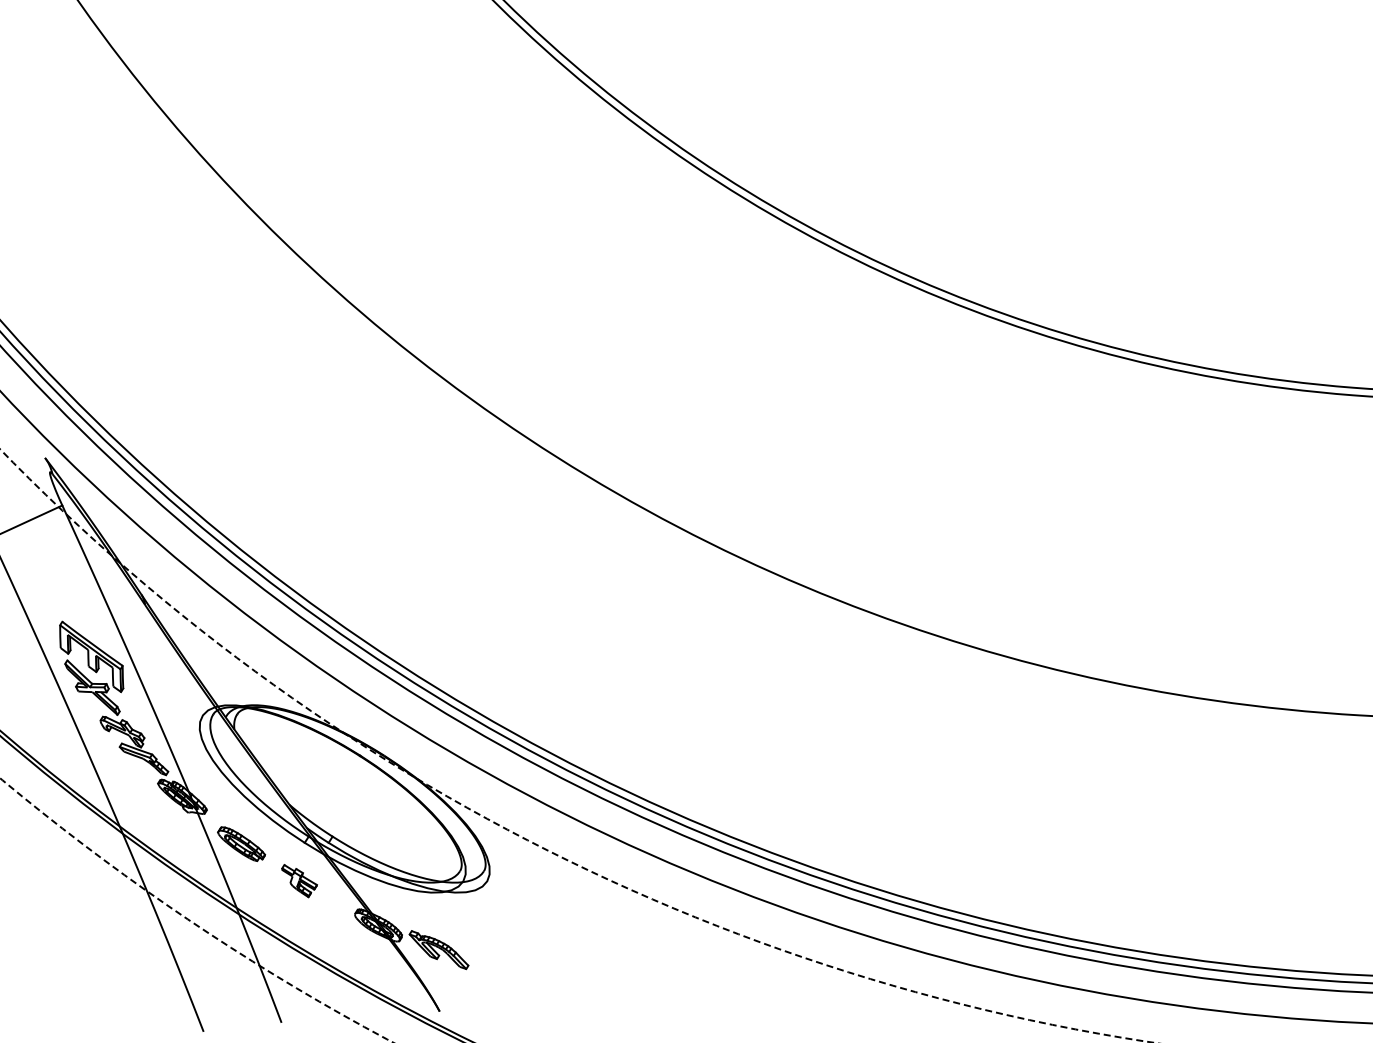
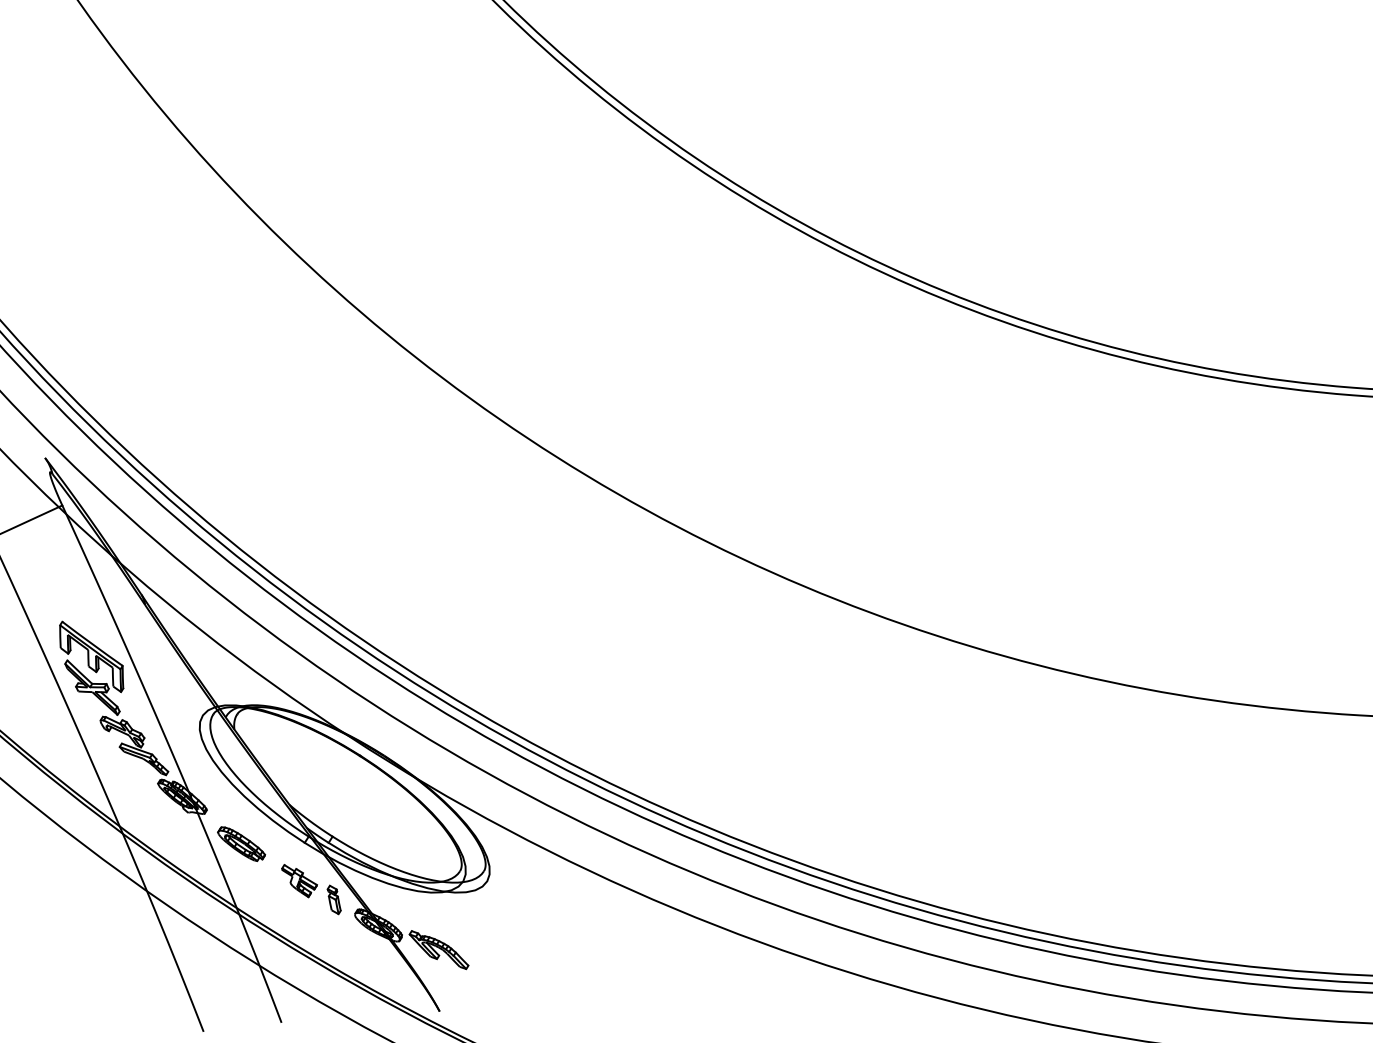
arc at (531, 842): dashed -> solid
part at (333, 899): none -> present
arc at (189, 920): dashed -> solid
